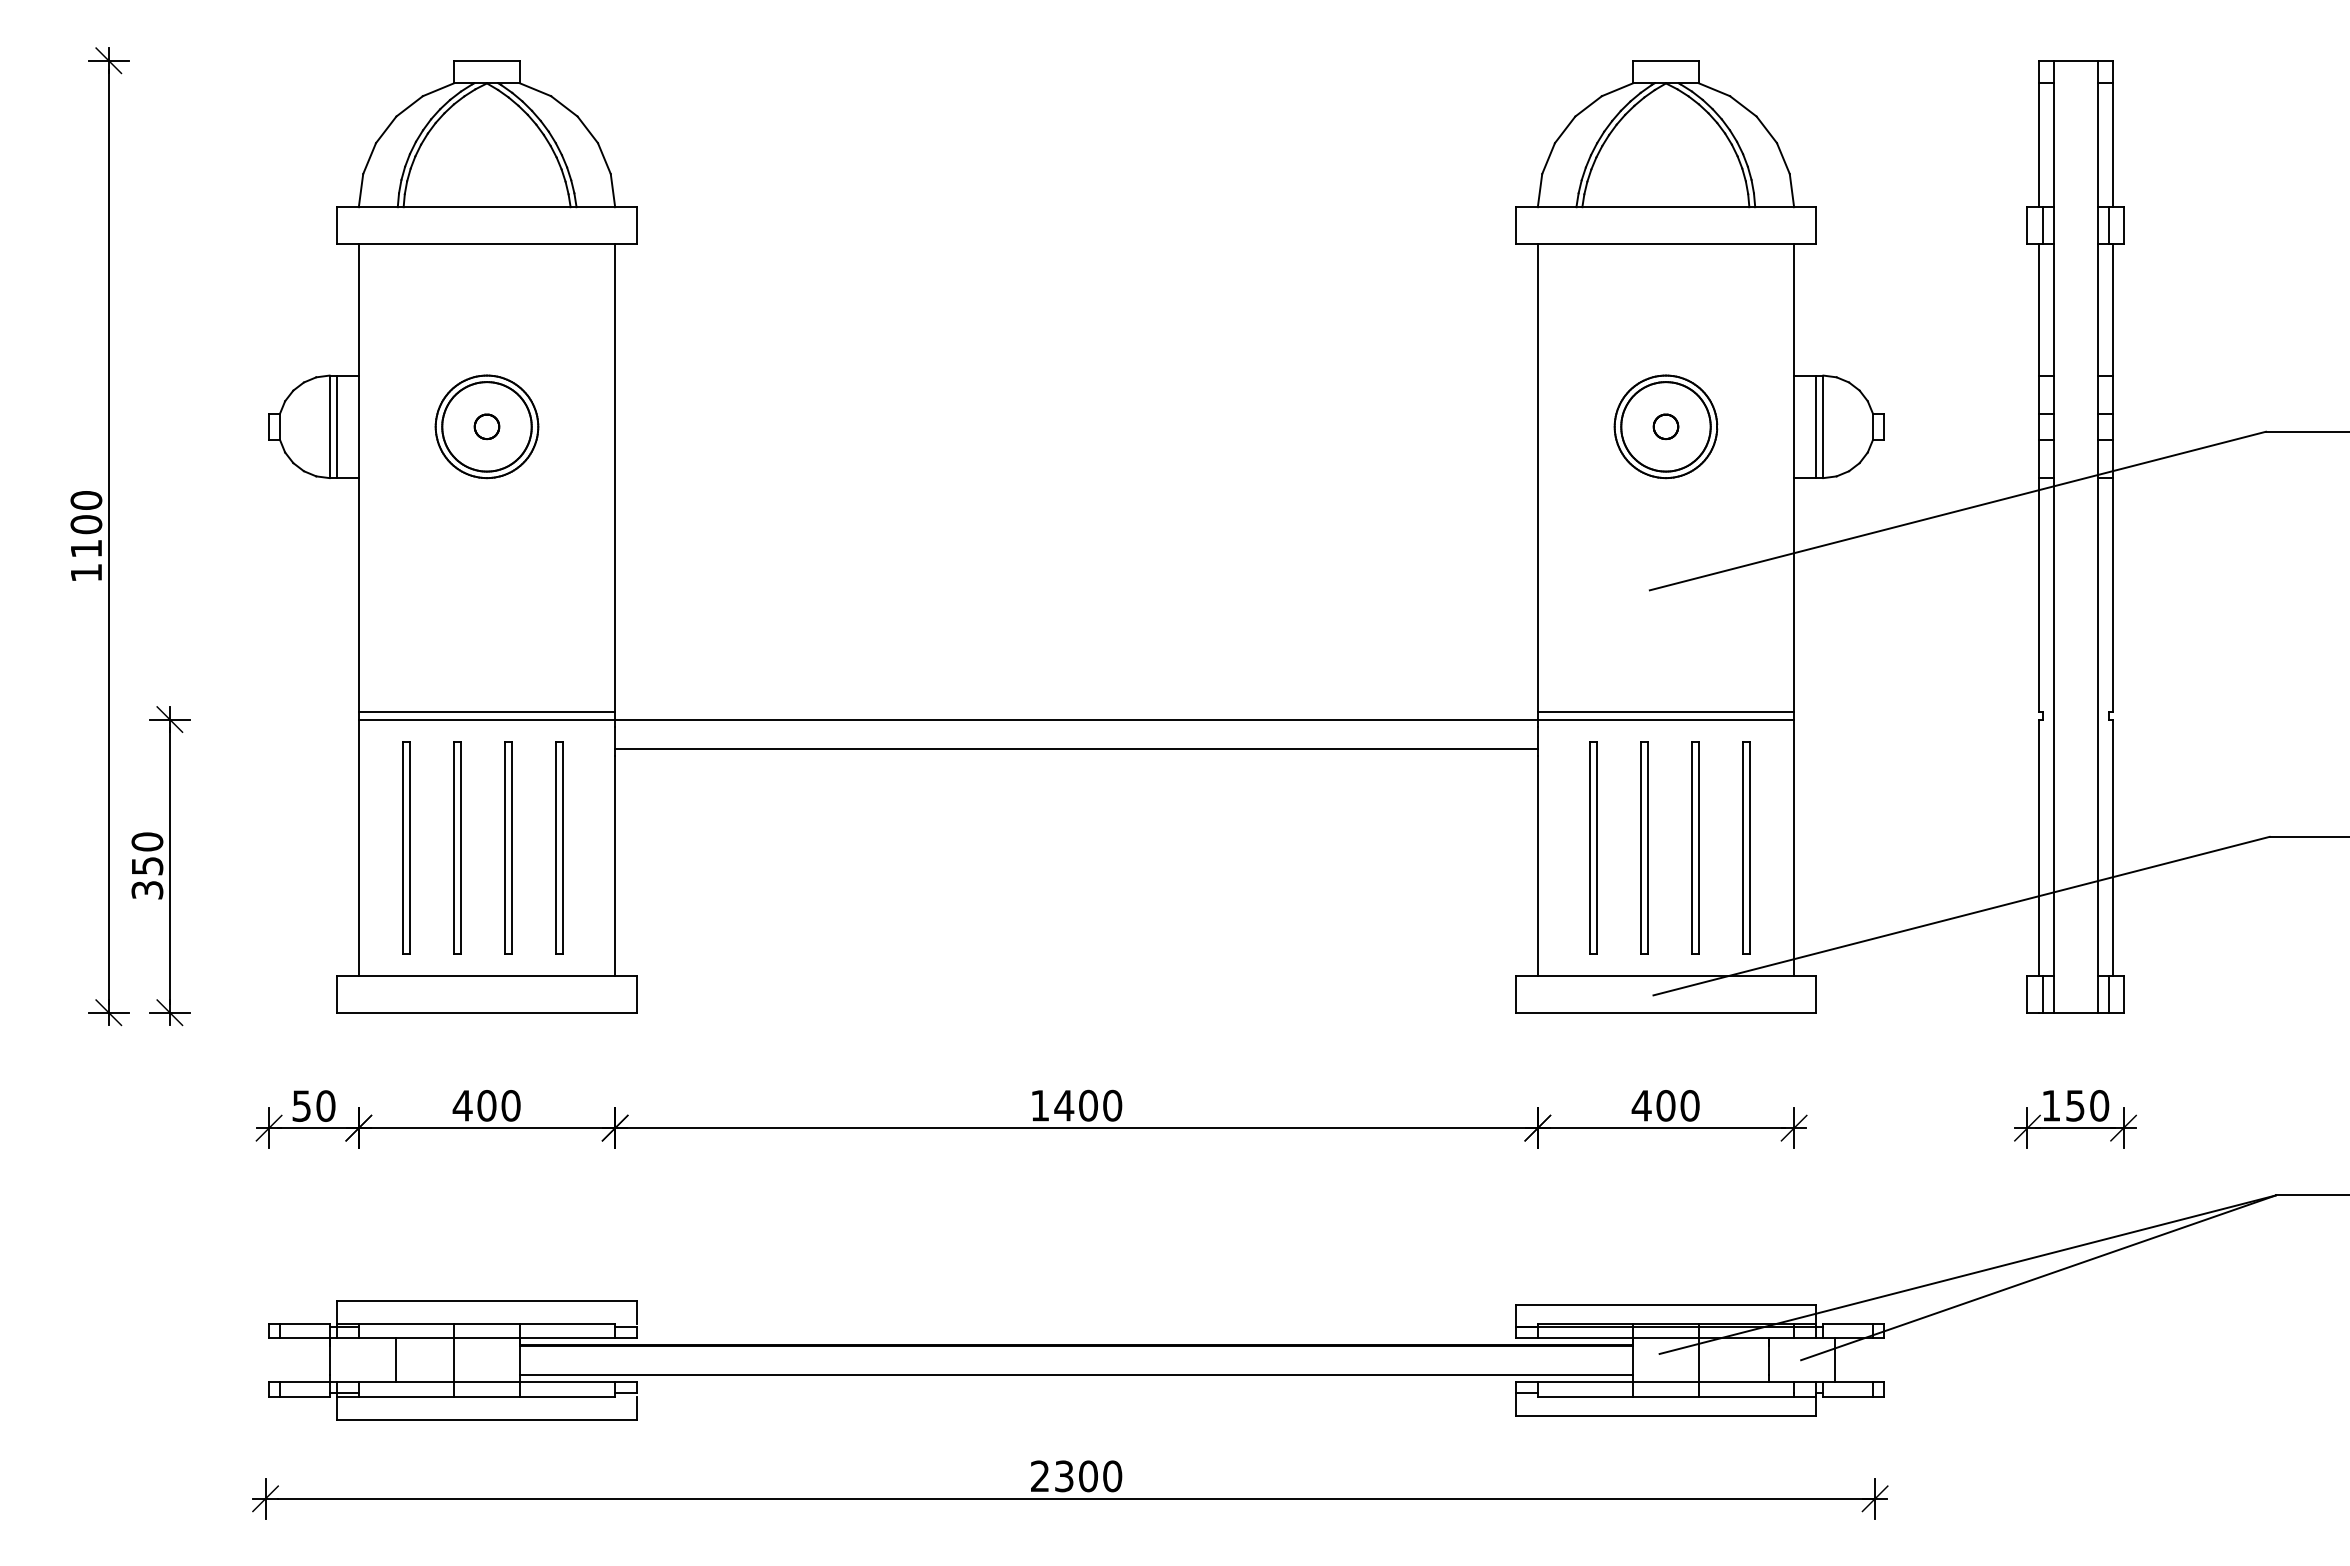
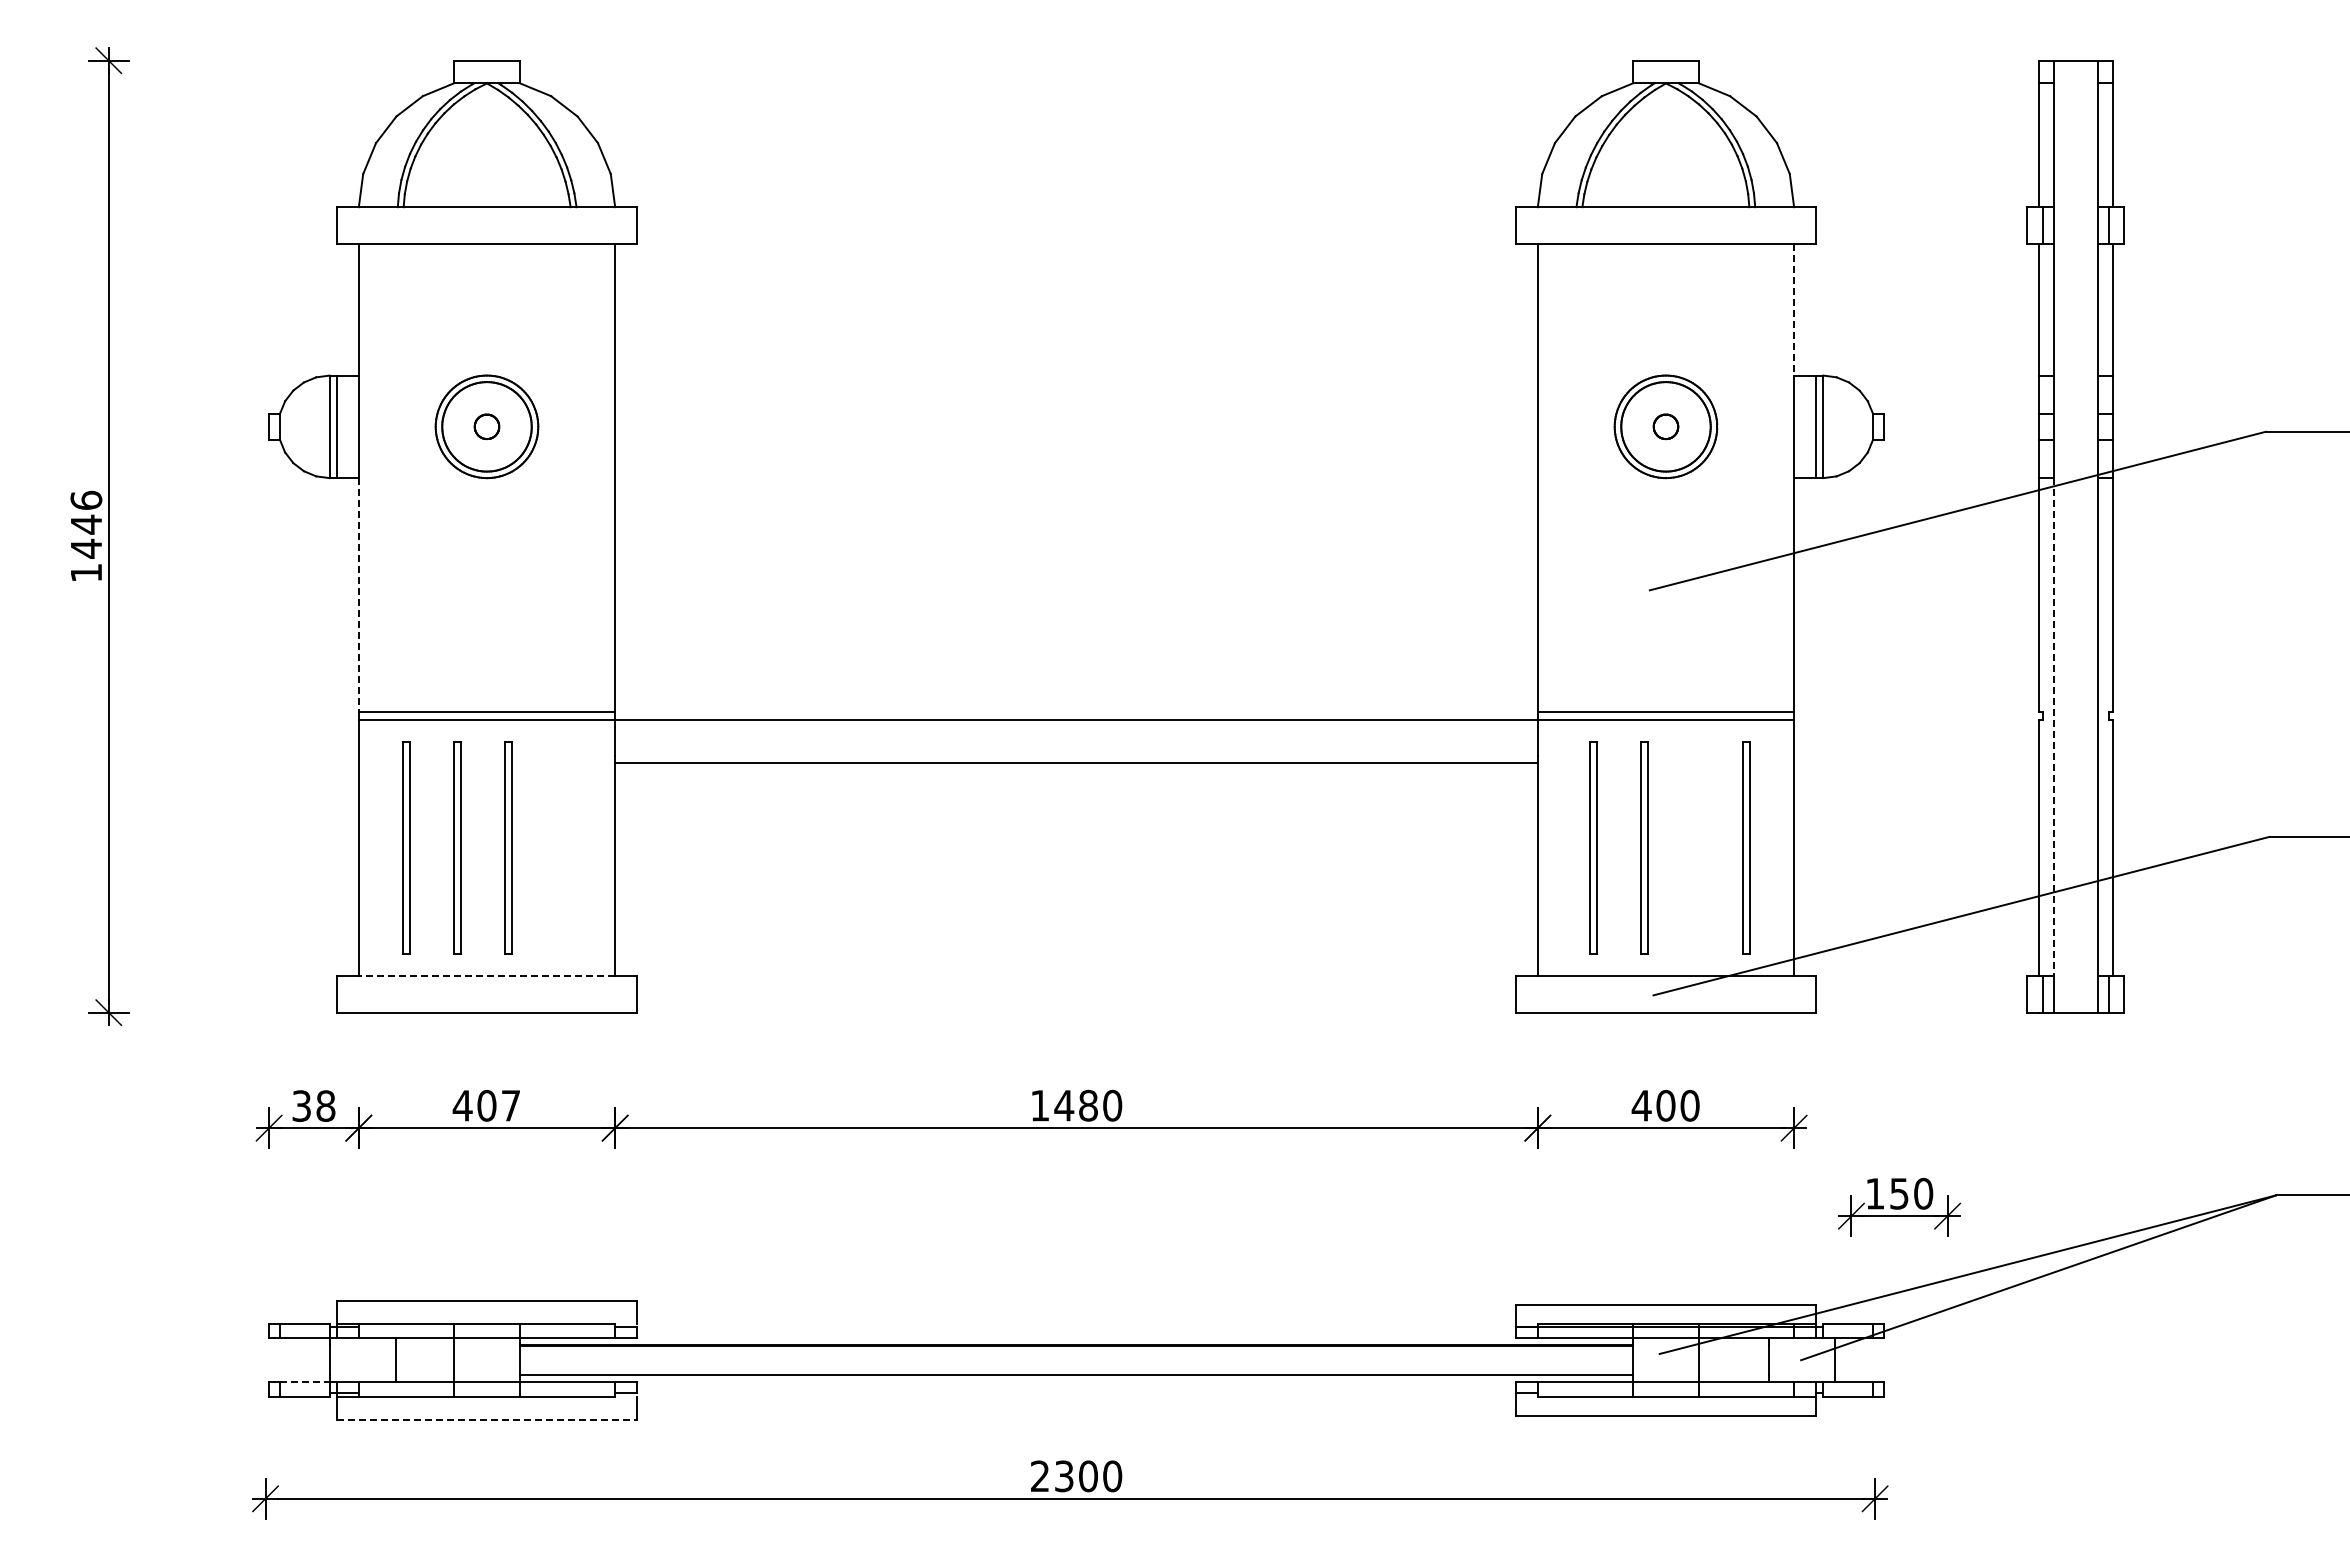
line at (1794, 309): solid -> dashed
text at (86, 524): 1100 -> 1446
line at (358, 595): solid -> dashed
line at (2054, 727): solid -> dashed
line at (1076, 748) position: (1076, 748) -> (1076, 762)
part at (559, 847): present -> none
part at (1695, 847): present -> none
part at (160, 866): present -> none
line at (486, 976): solid -> dashed
text at (314, 1105): 50 -> 38
text at (510, 1105): 400 -> 407
text at (1088, 1105): 1400 -> 1480
part at (2075, 1119) position: (2075, 1119) -> (1899, 1207)
line at (304, 1382): solid -> dashed
line at (487, 1419): solid -> dashed
